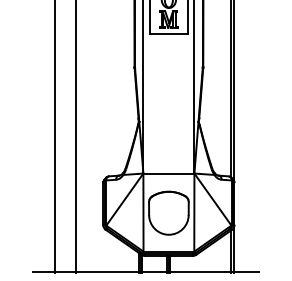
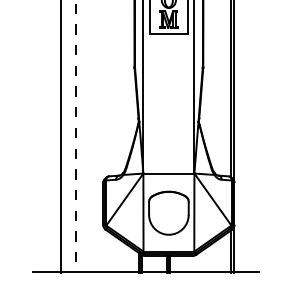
line at (54, 137) position: (54, 137) -> (60, 137)
line at (75, 137): solid -> dashed
